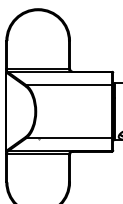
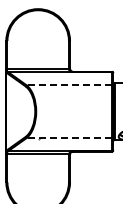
line at (69, 85): solid -> dashed
line at (69, 138): solid -> dashed
